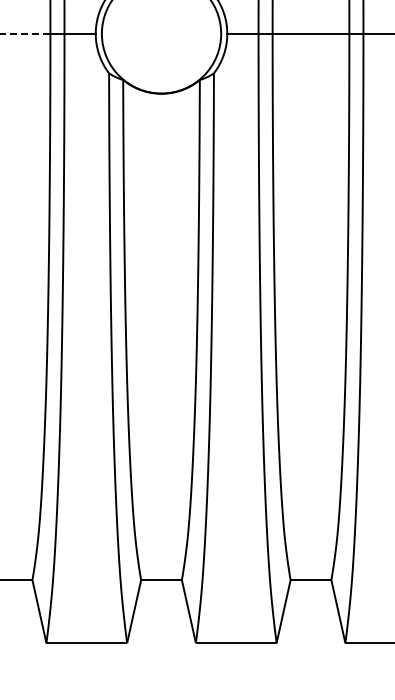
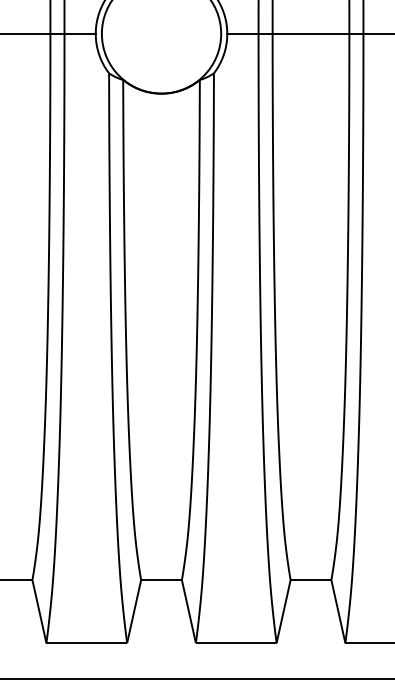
line at (25, 33): dashed -> solid
line at (196, 679): none -> present
